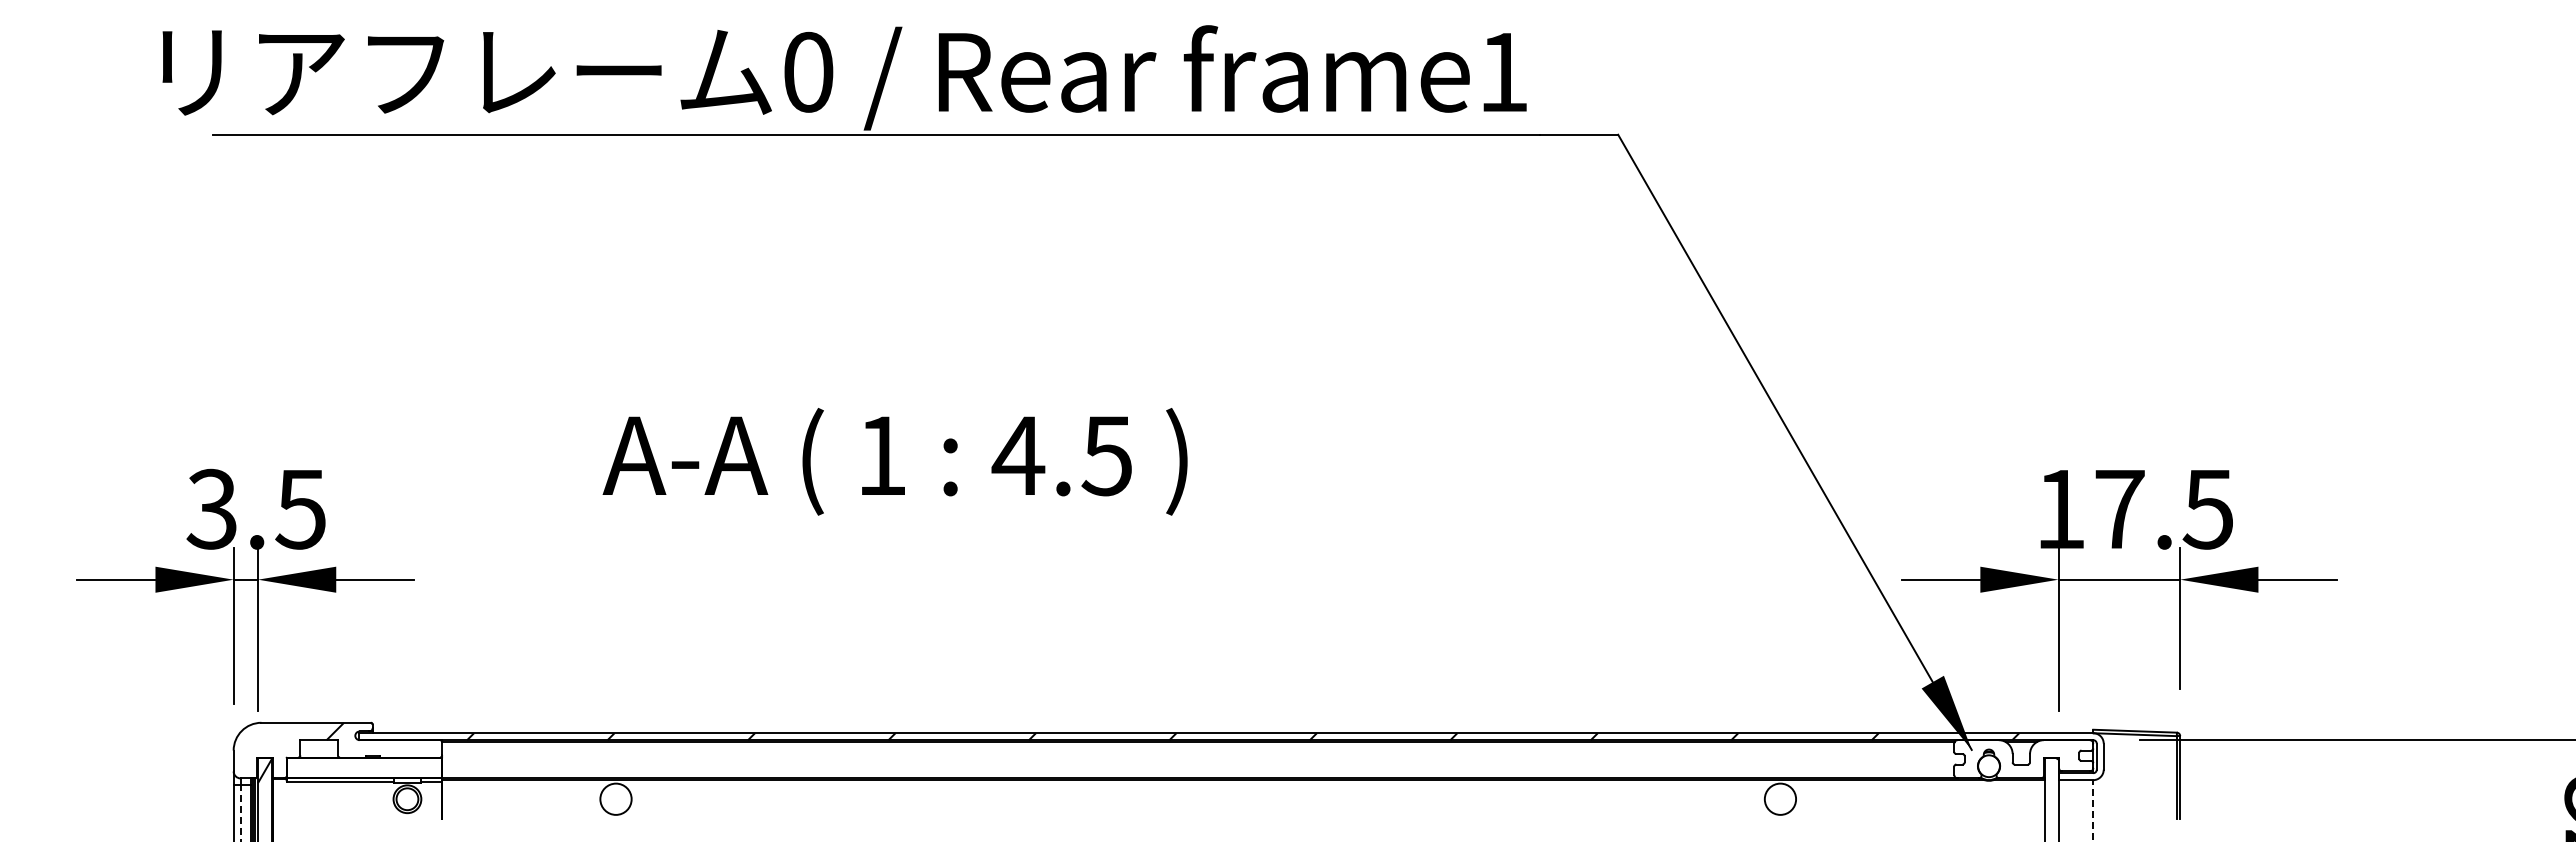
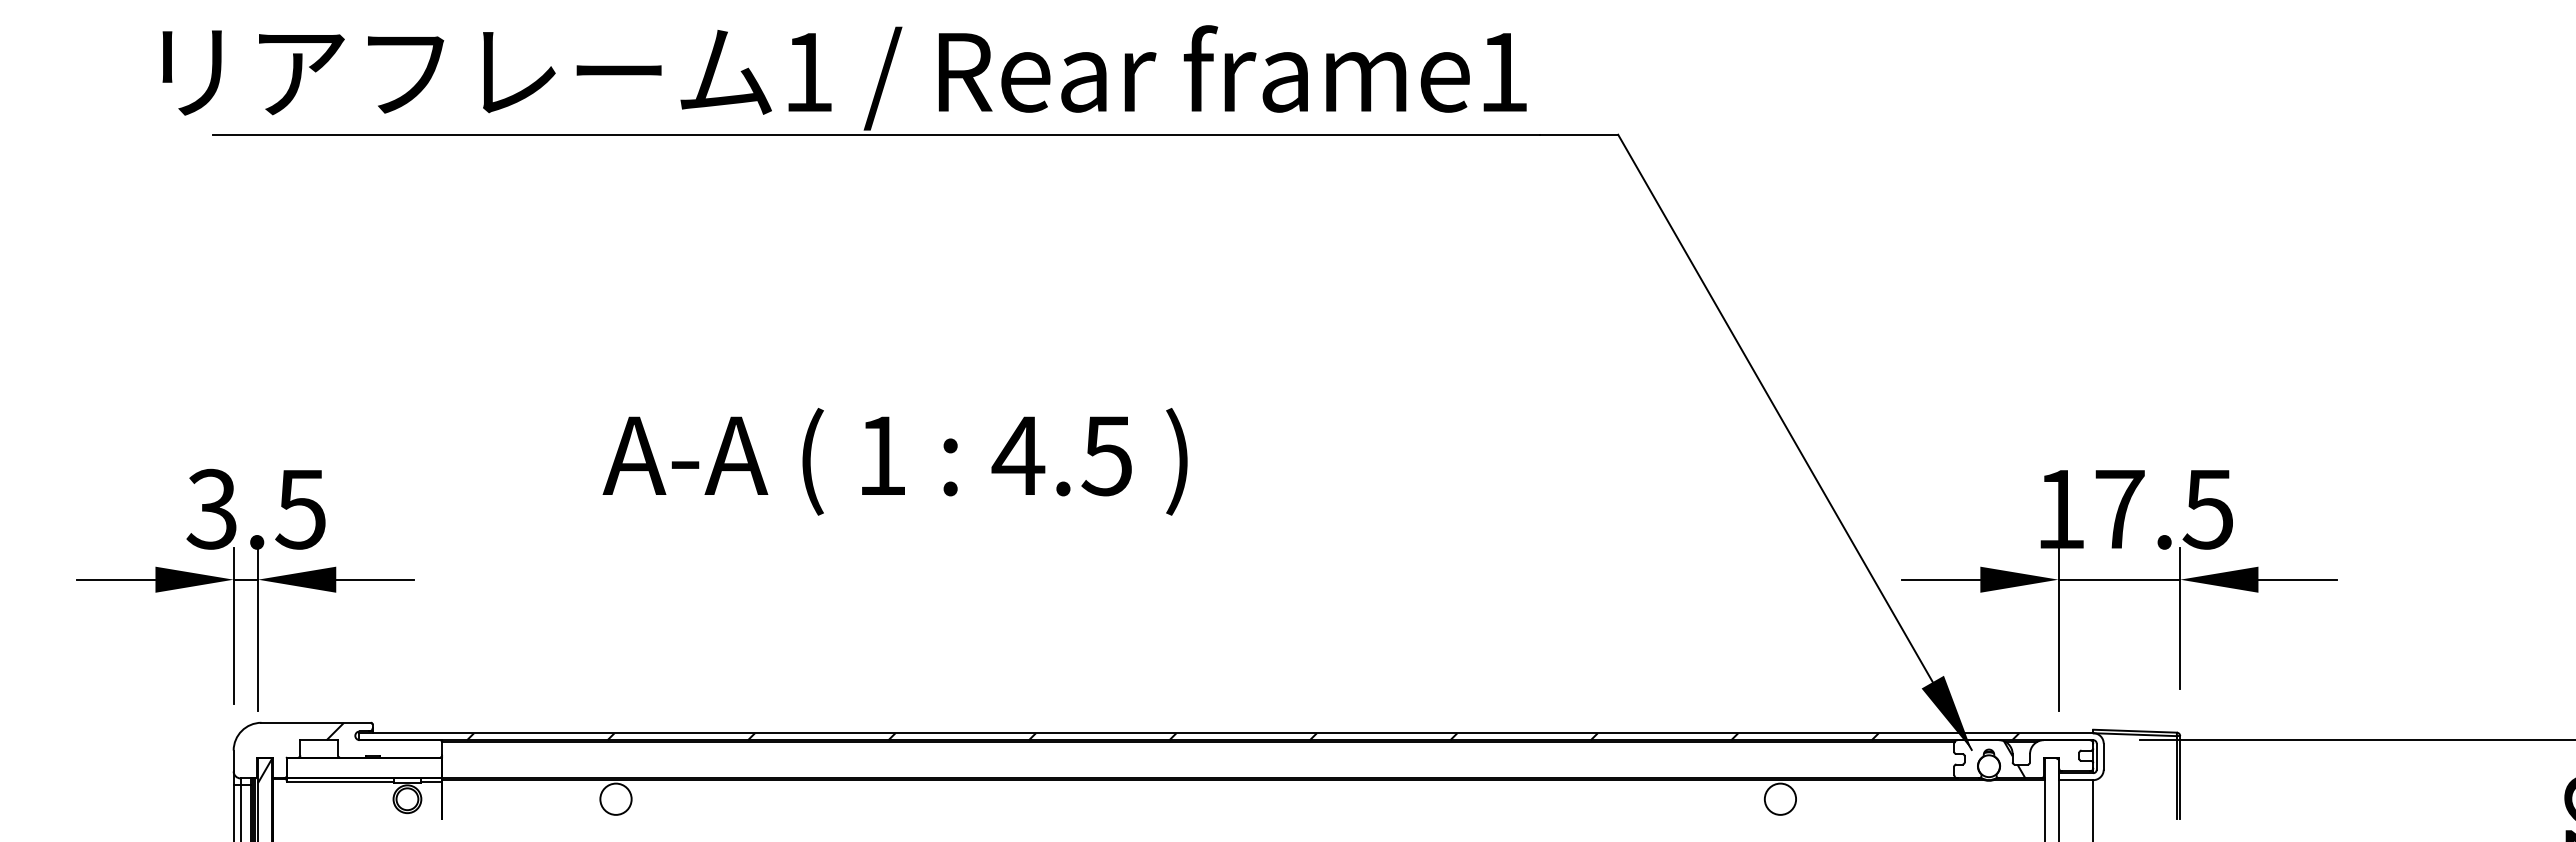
text at (808, 71): 0 -> 1
hatch at (2014, 759): none -> present
line at (2093, 810): dashed -> solid
line at (240, 813): dashed -> solid
